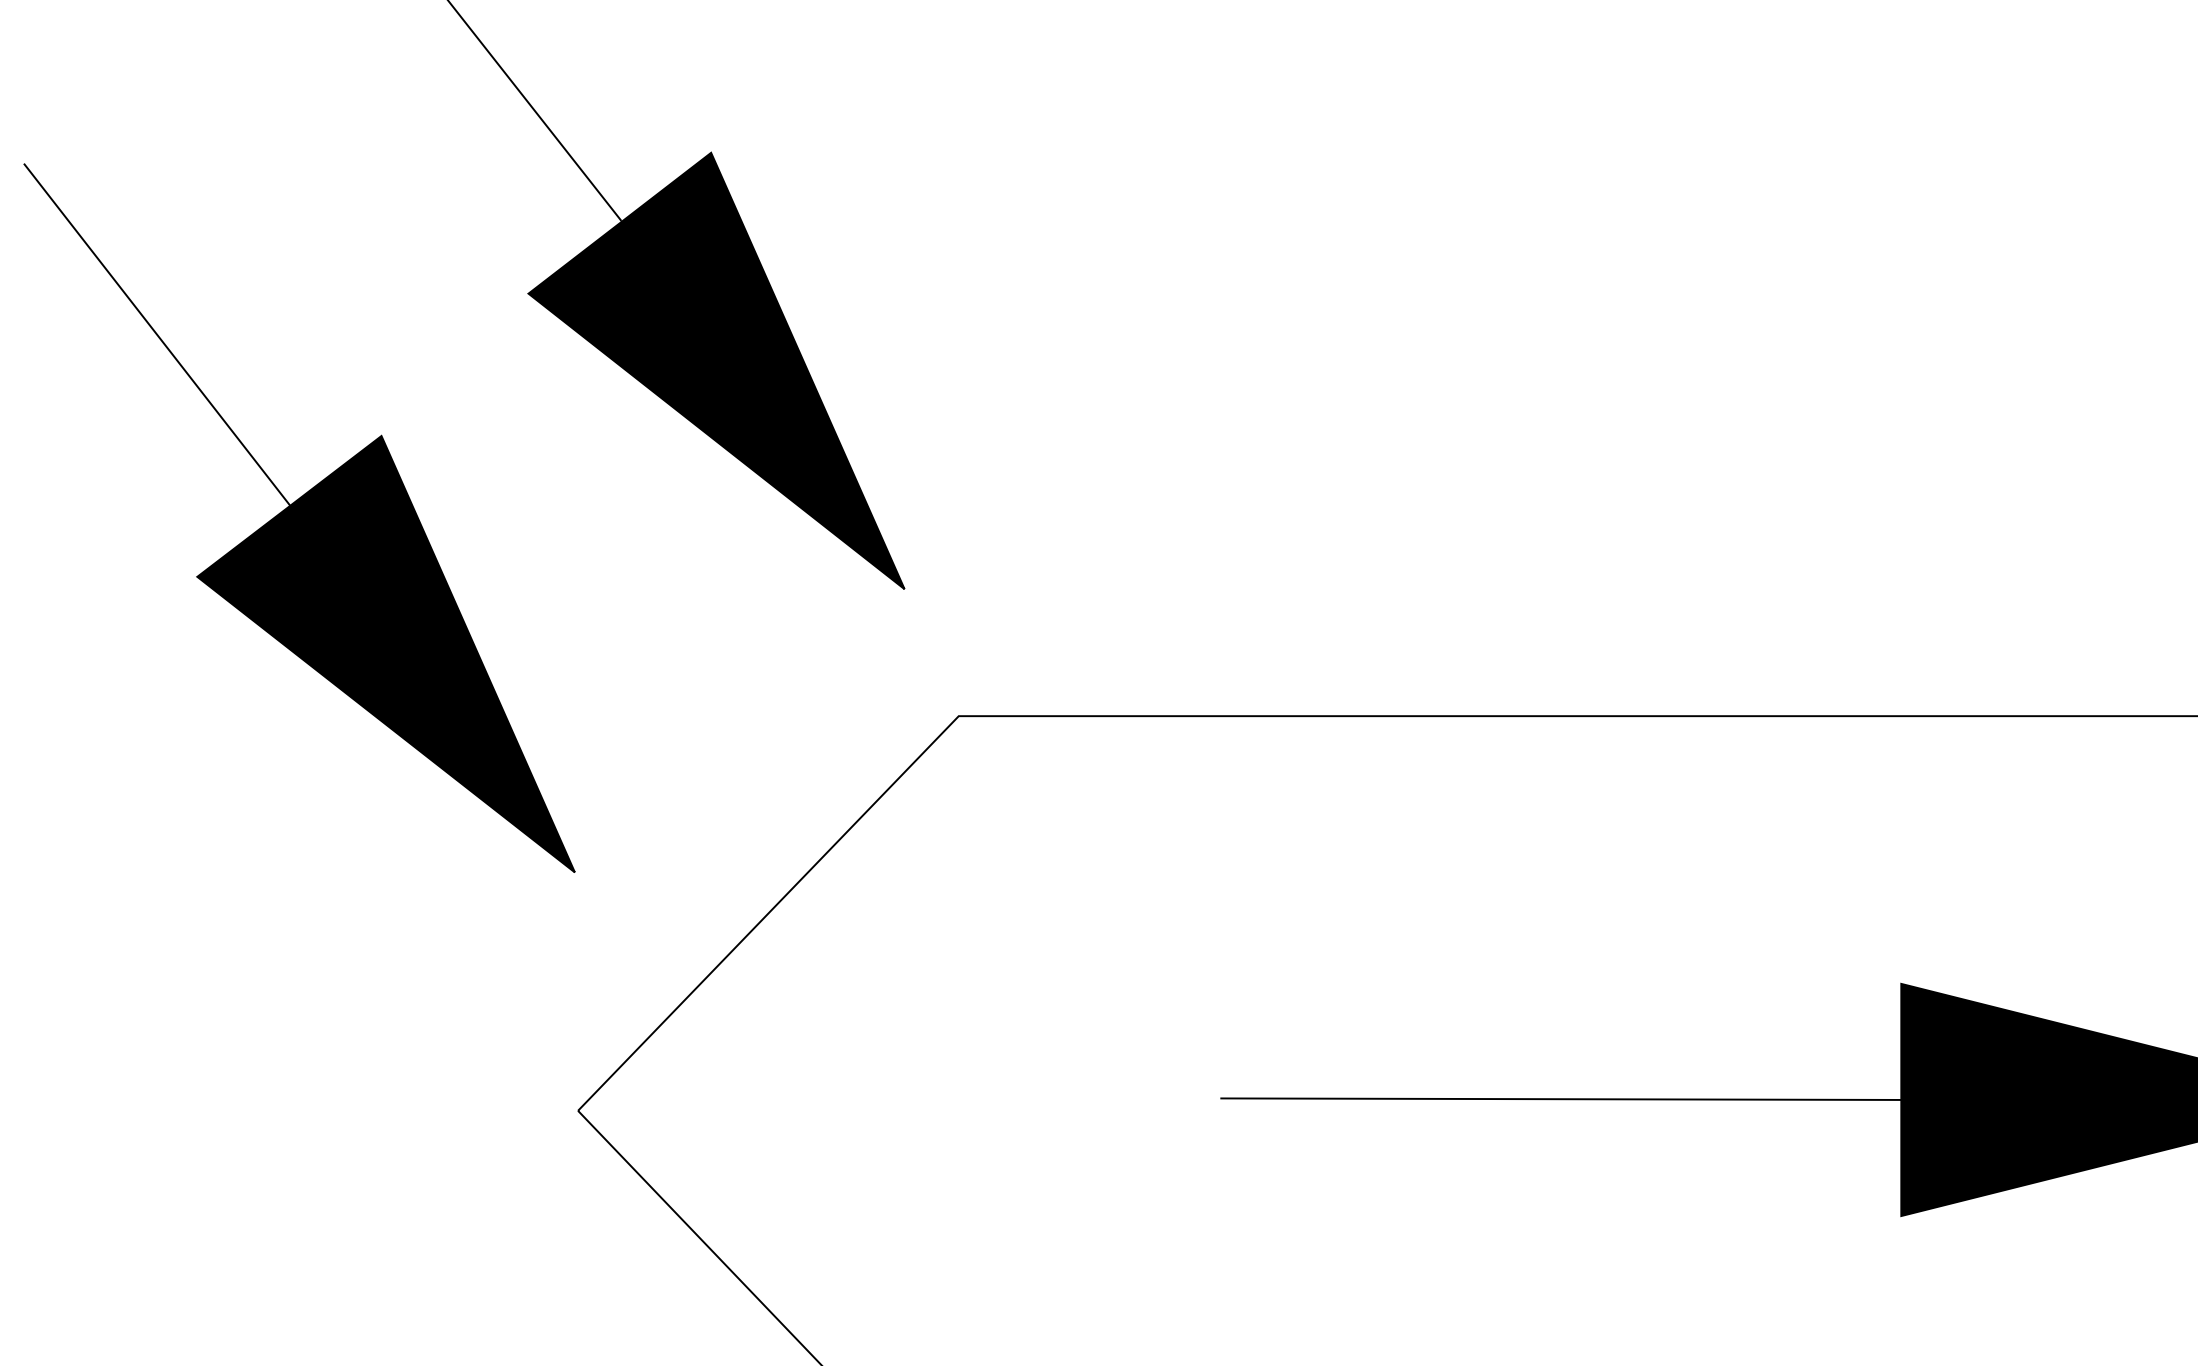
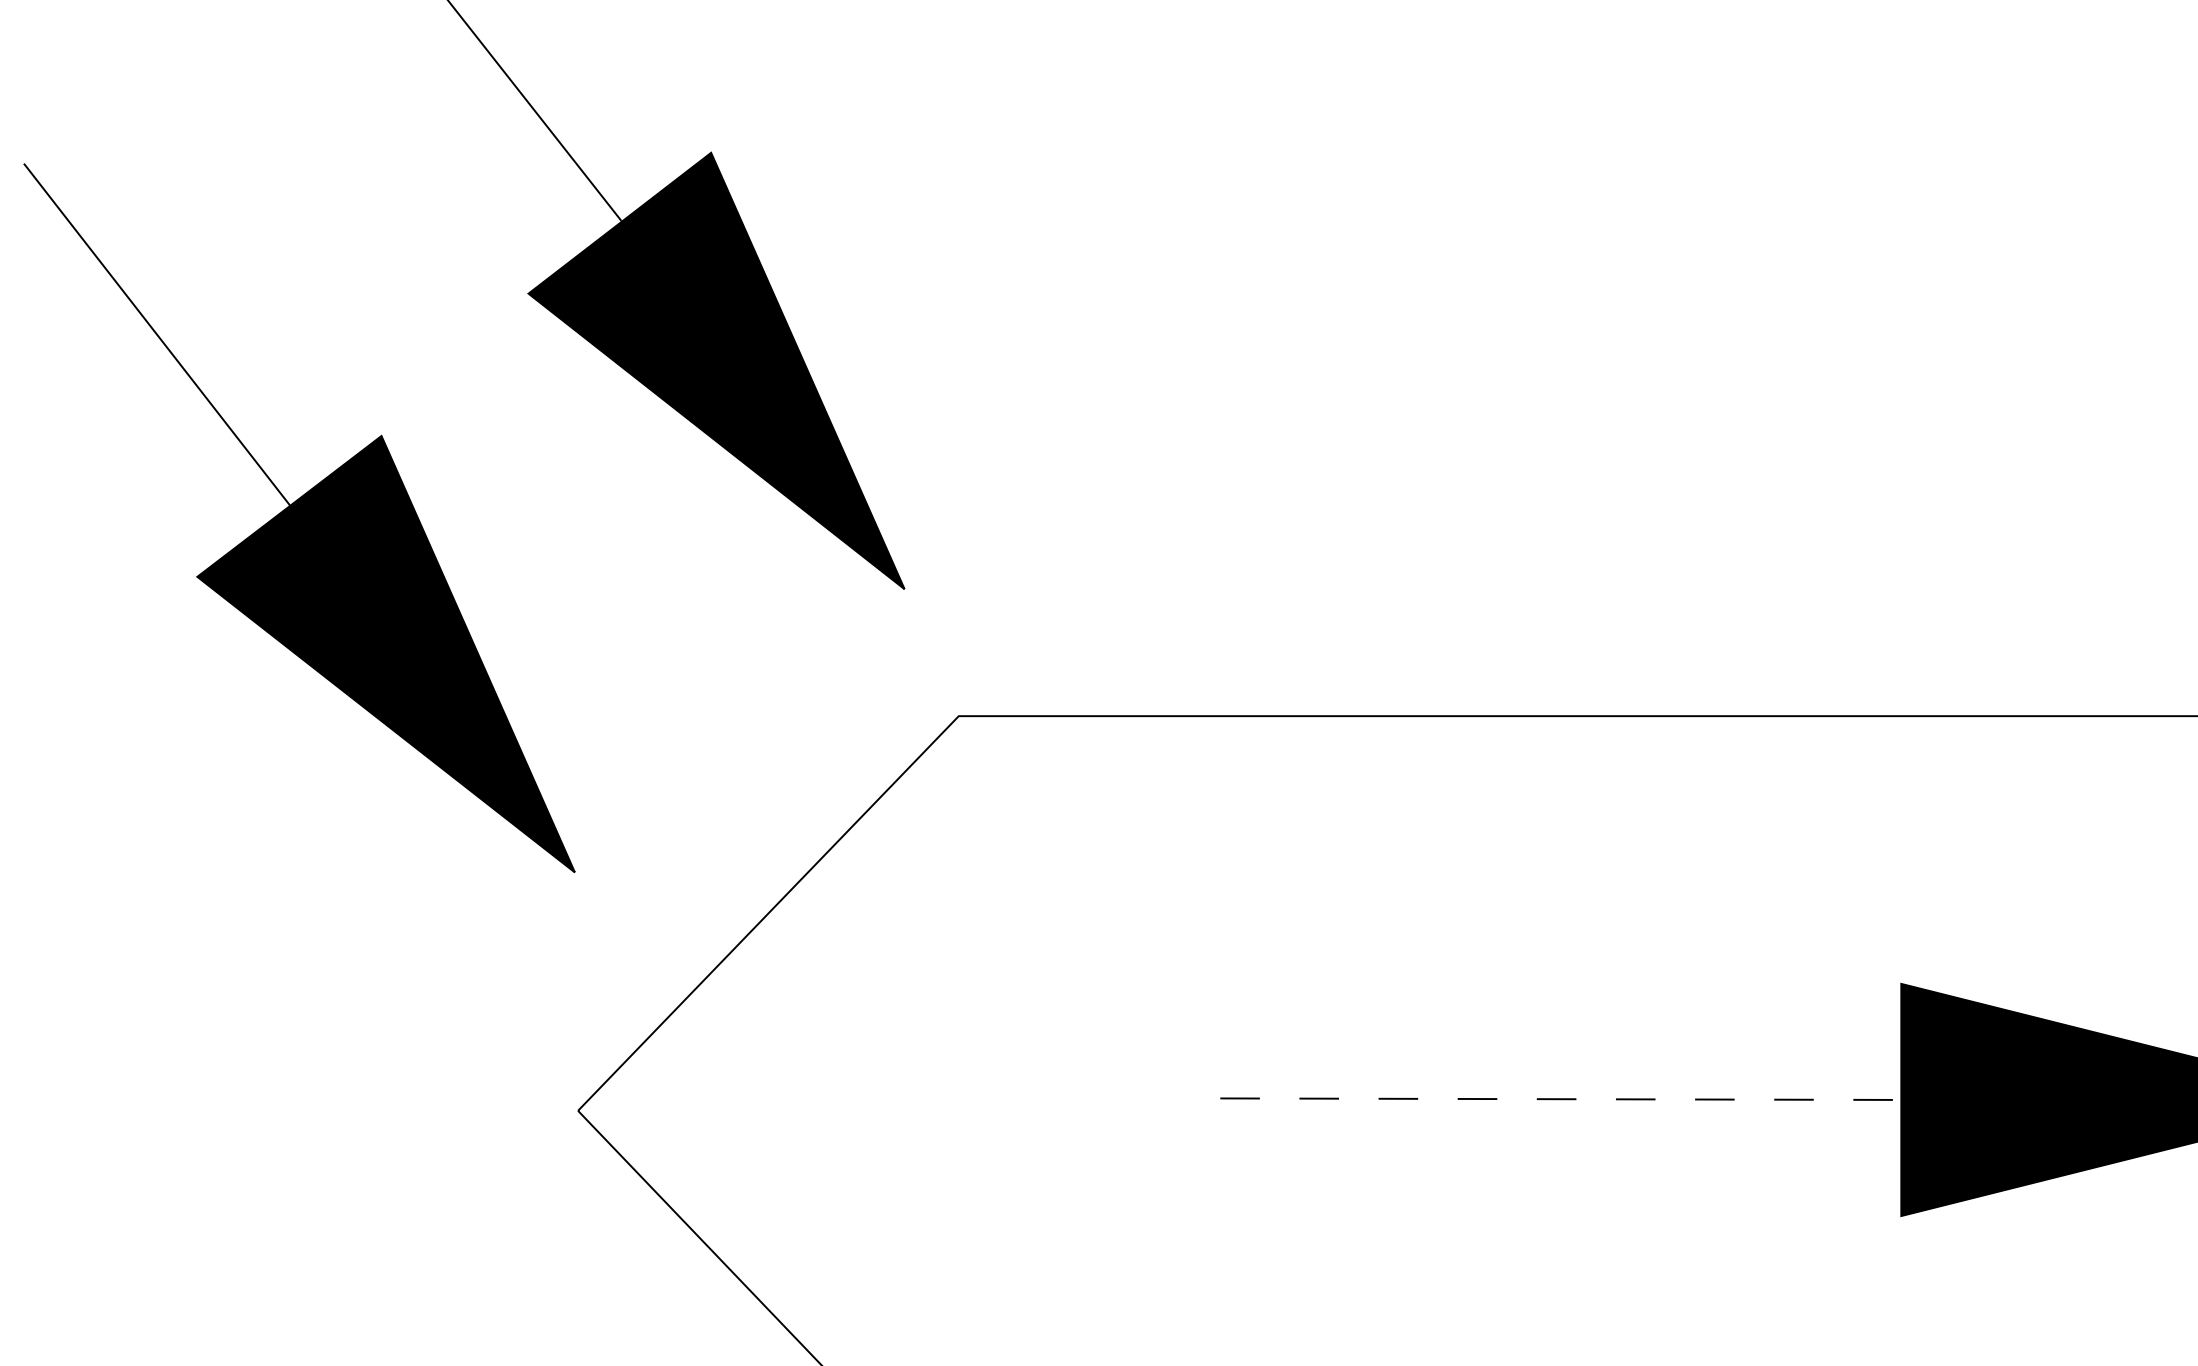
line at (1561, 1099): solid -> dashed
